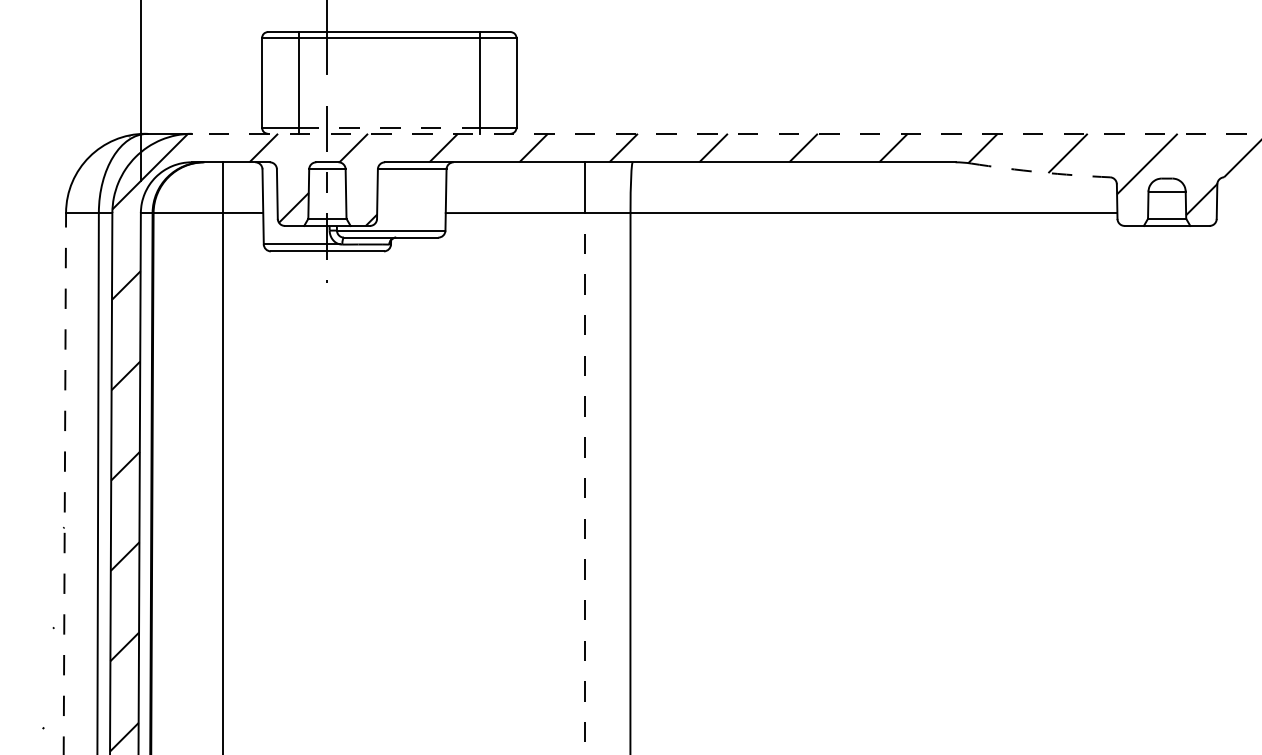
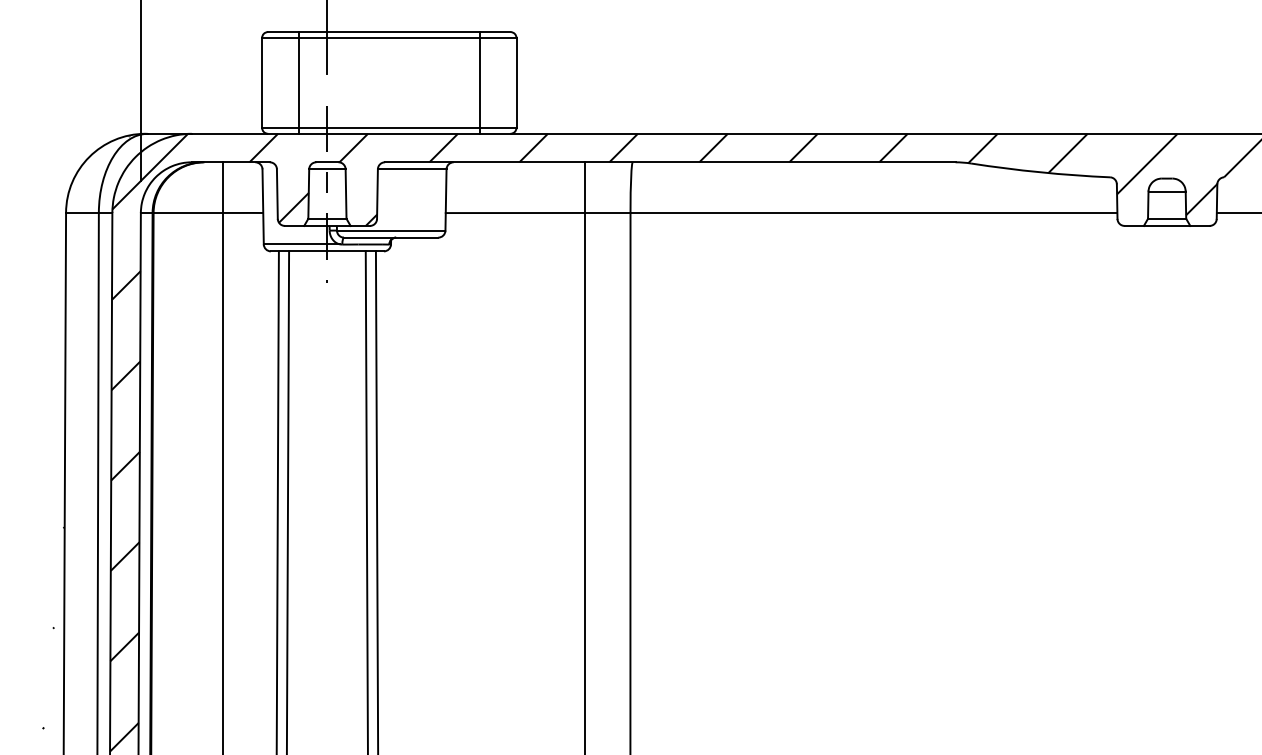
line at (389, 127): dashed -> solid
line at (726, 133): dashed -> solid
arc at (1040, 172): dashed -> solid
line at (1237, 212): none -> present
line at (64, 483): dashed -> solid
line at (584, 483): dashed -> solid
line at (277, 501): none -> present
line at (287, 501): none -> present
line at (366, 501): none -> present
line at (376, 501): none -> present
